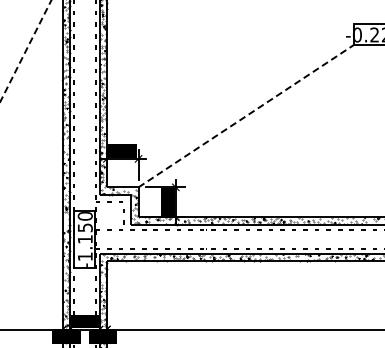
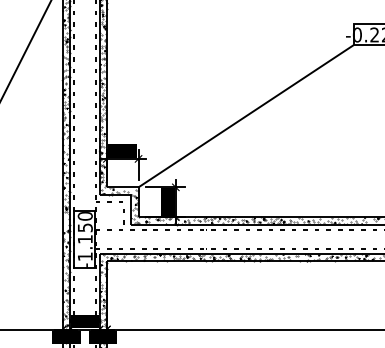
line at (25, 51): dashed -> solid
line at (246, 115): dashed -> solid
